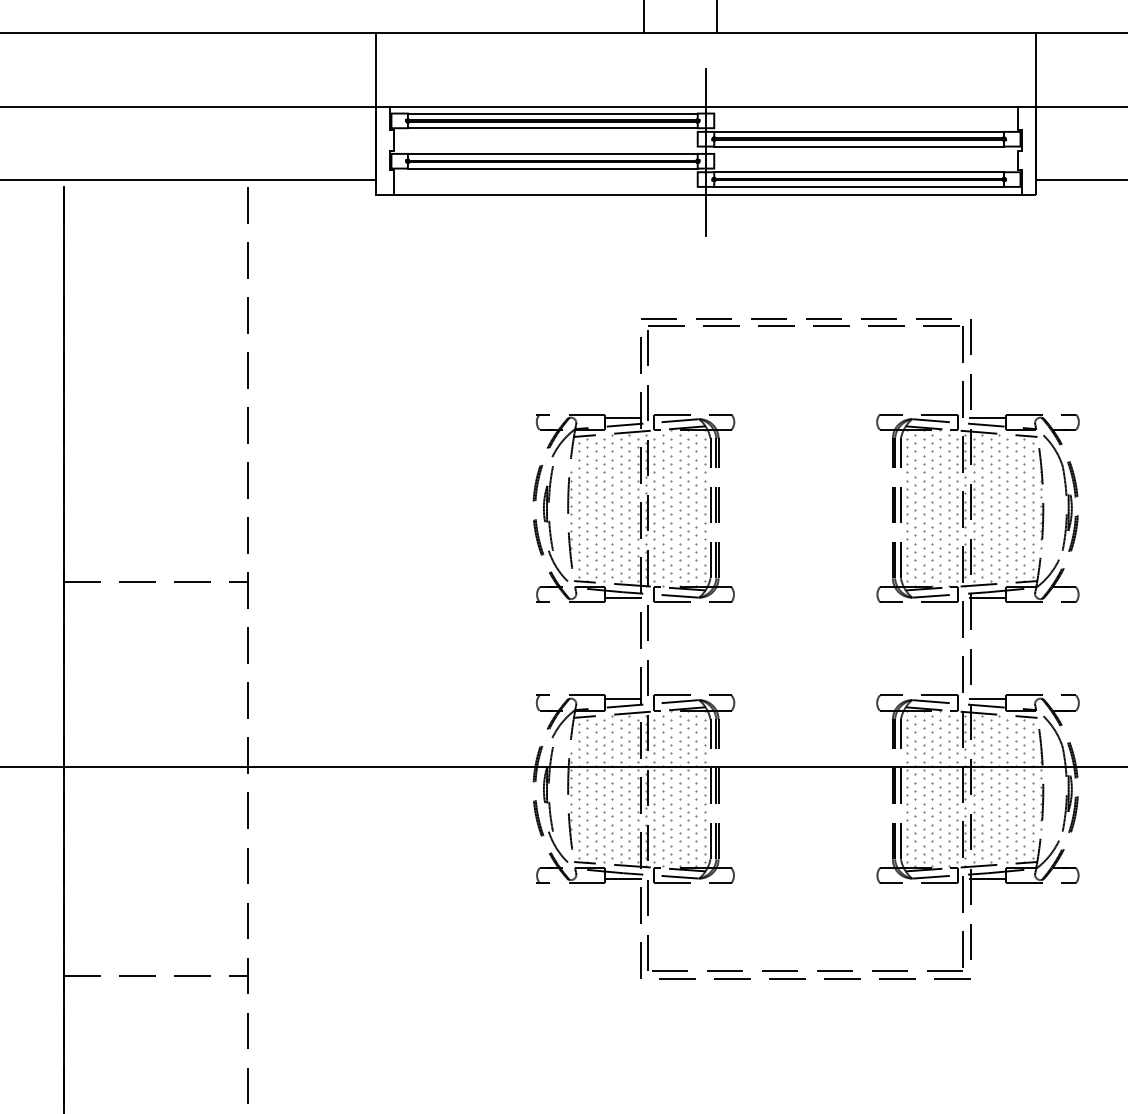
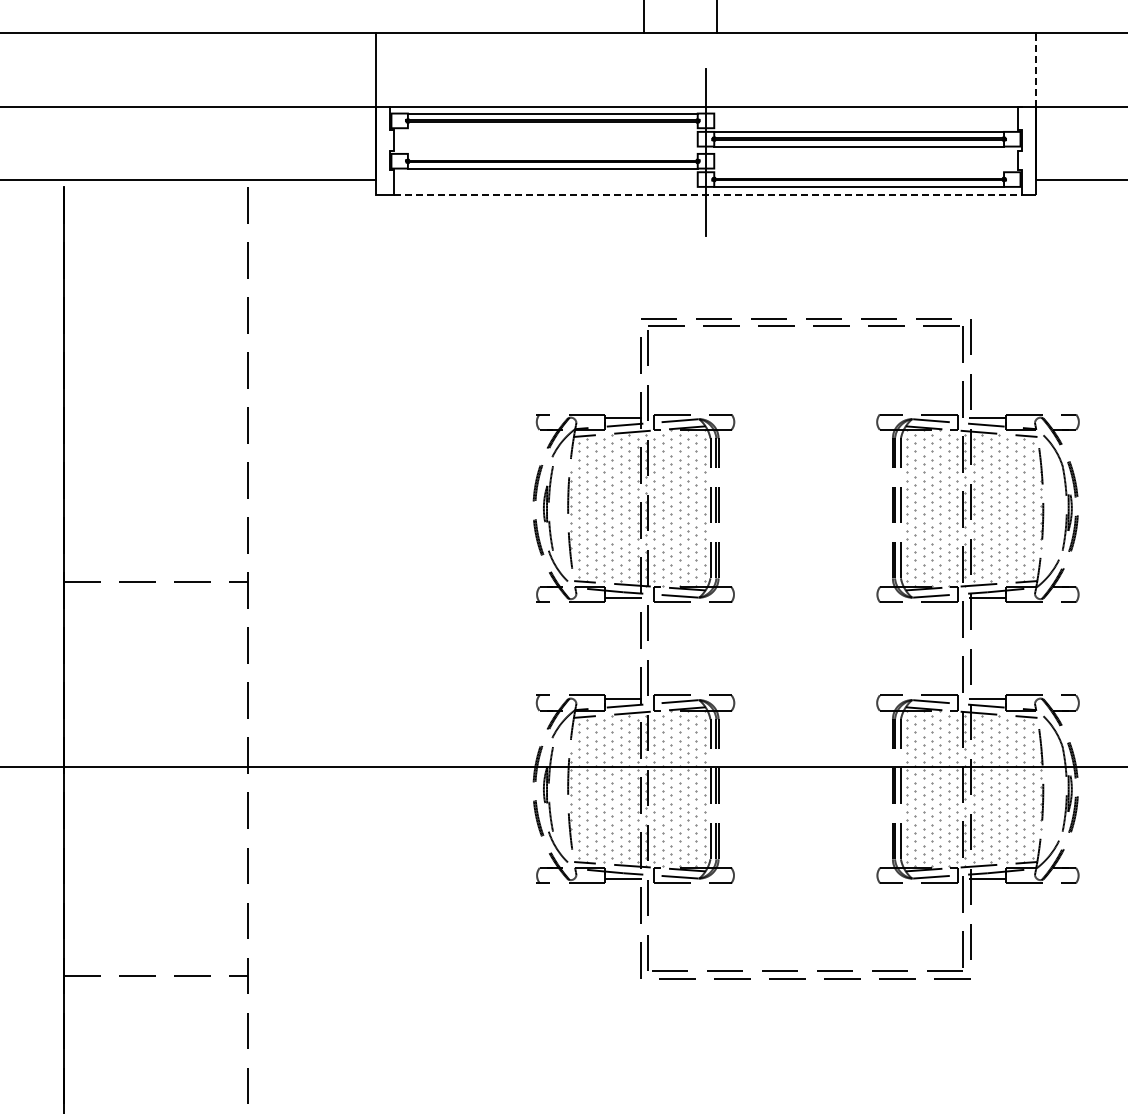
line at (1036, 69): solid -> dashed
line at (552, 128): present -> none
line at (552, 153): present -> none
line at (859, 172): present -> none
line at (708, 194): solid -> dashed
